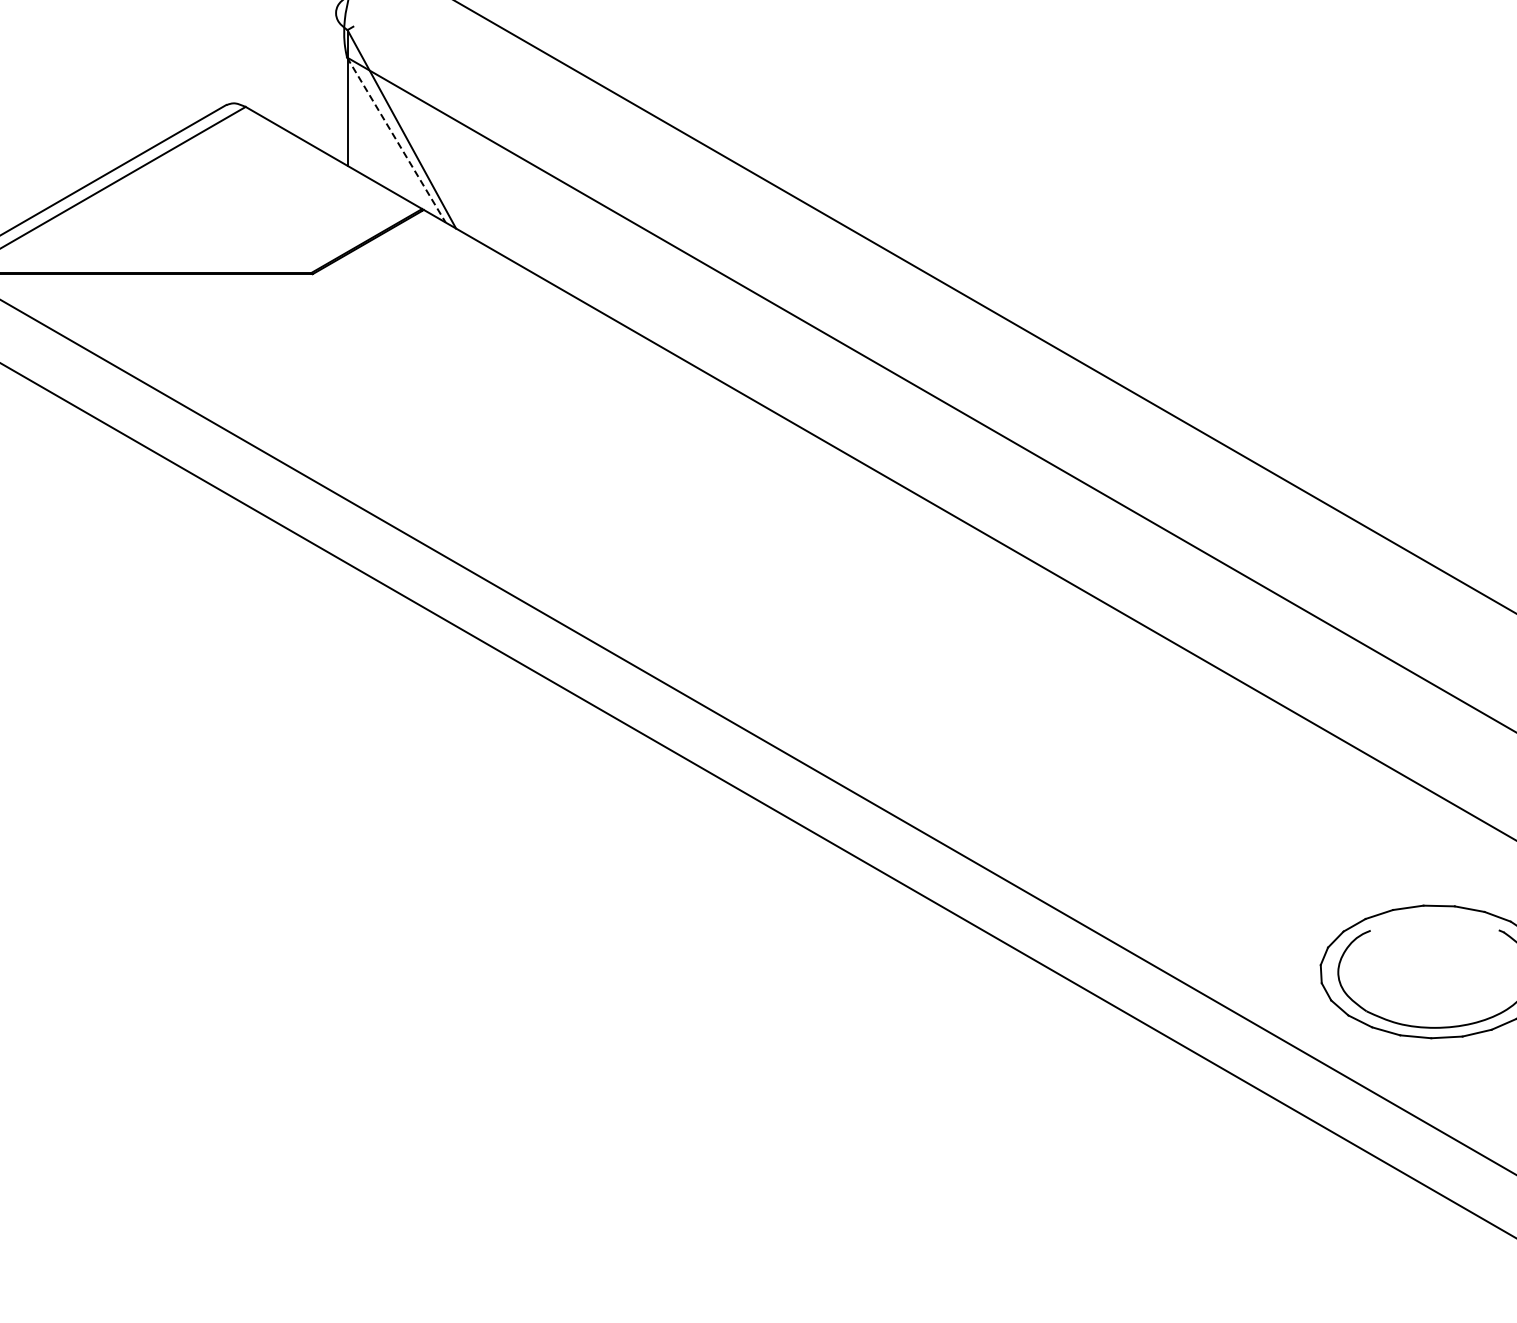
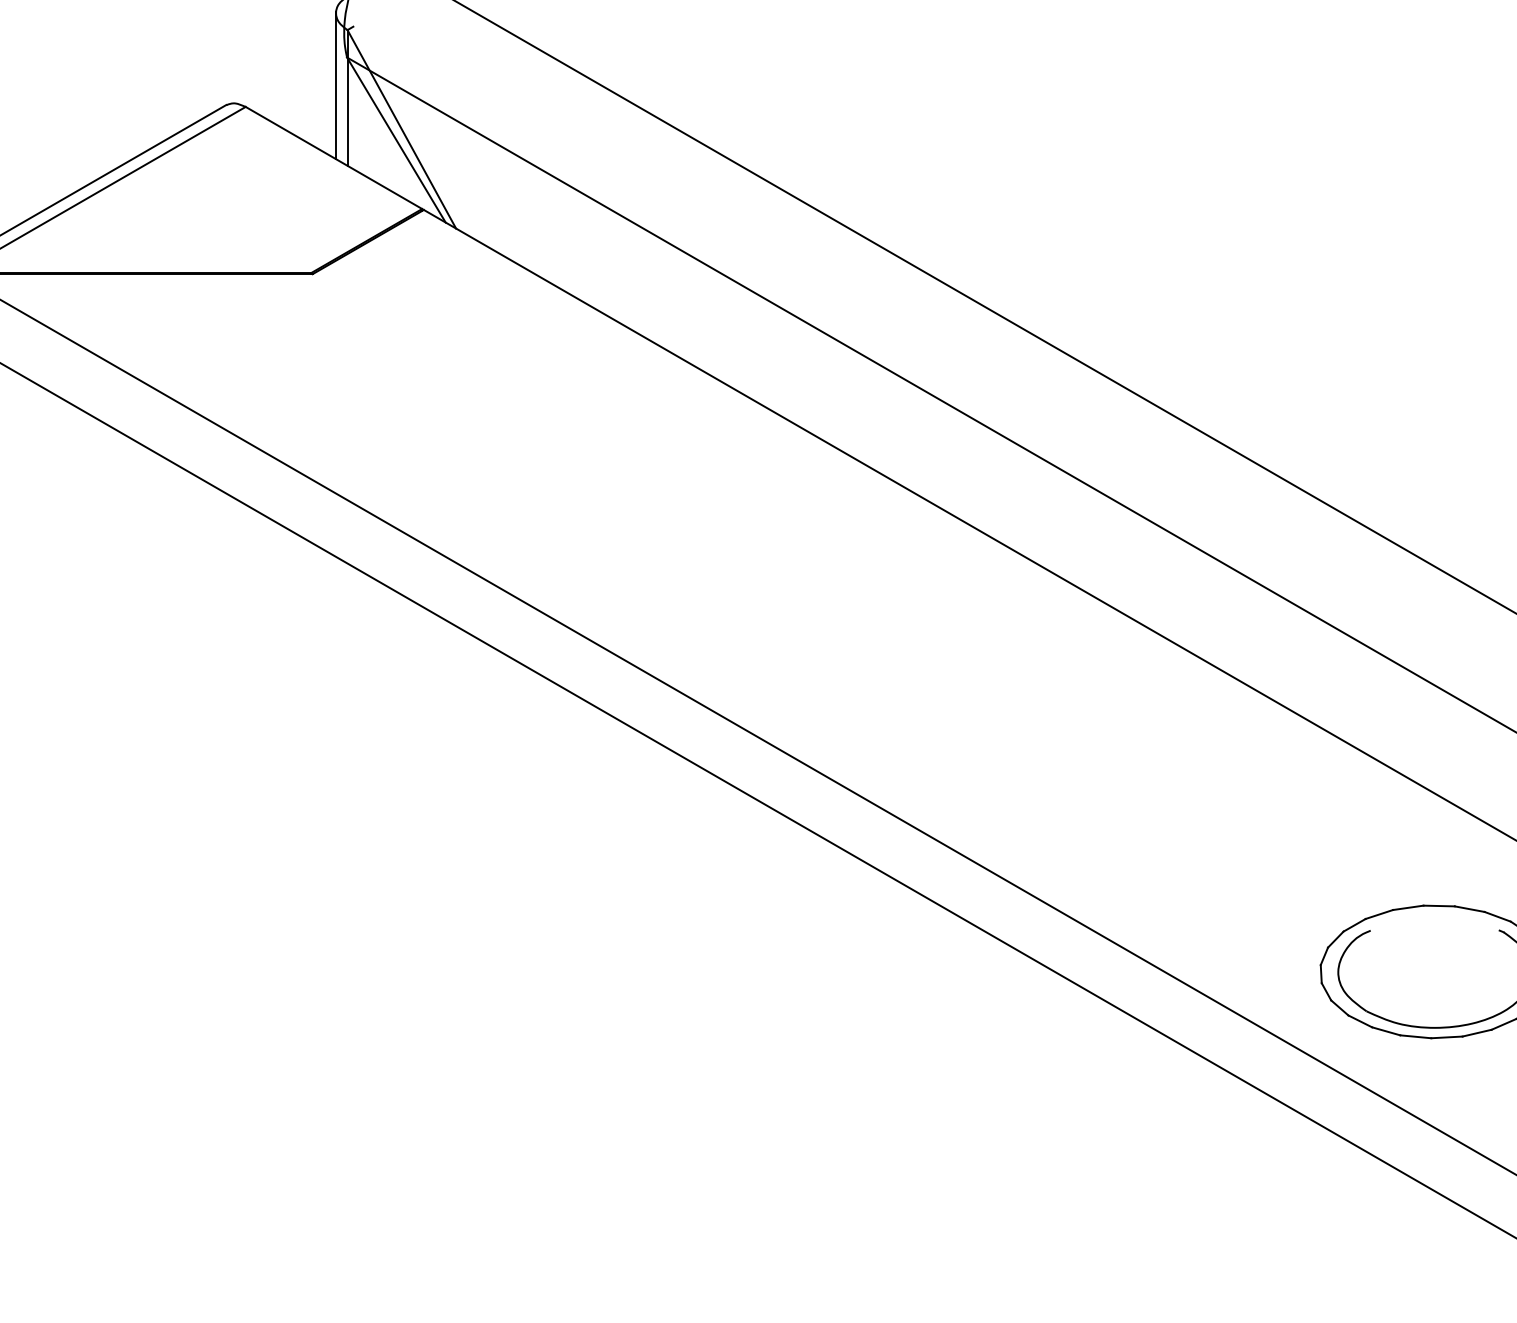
line at (336, 85): none -> present
line at (396, 140): dashed -> solid
